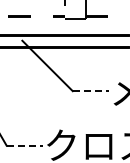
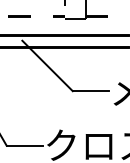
line at (91, 91): dashed -> solid
line at (25, 145): dashed -> solid
